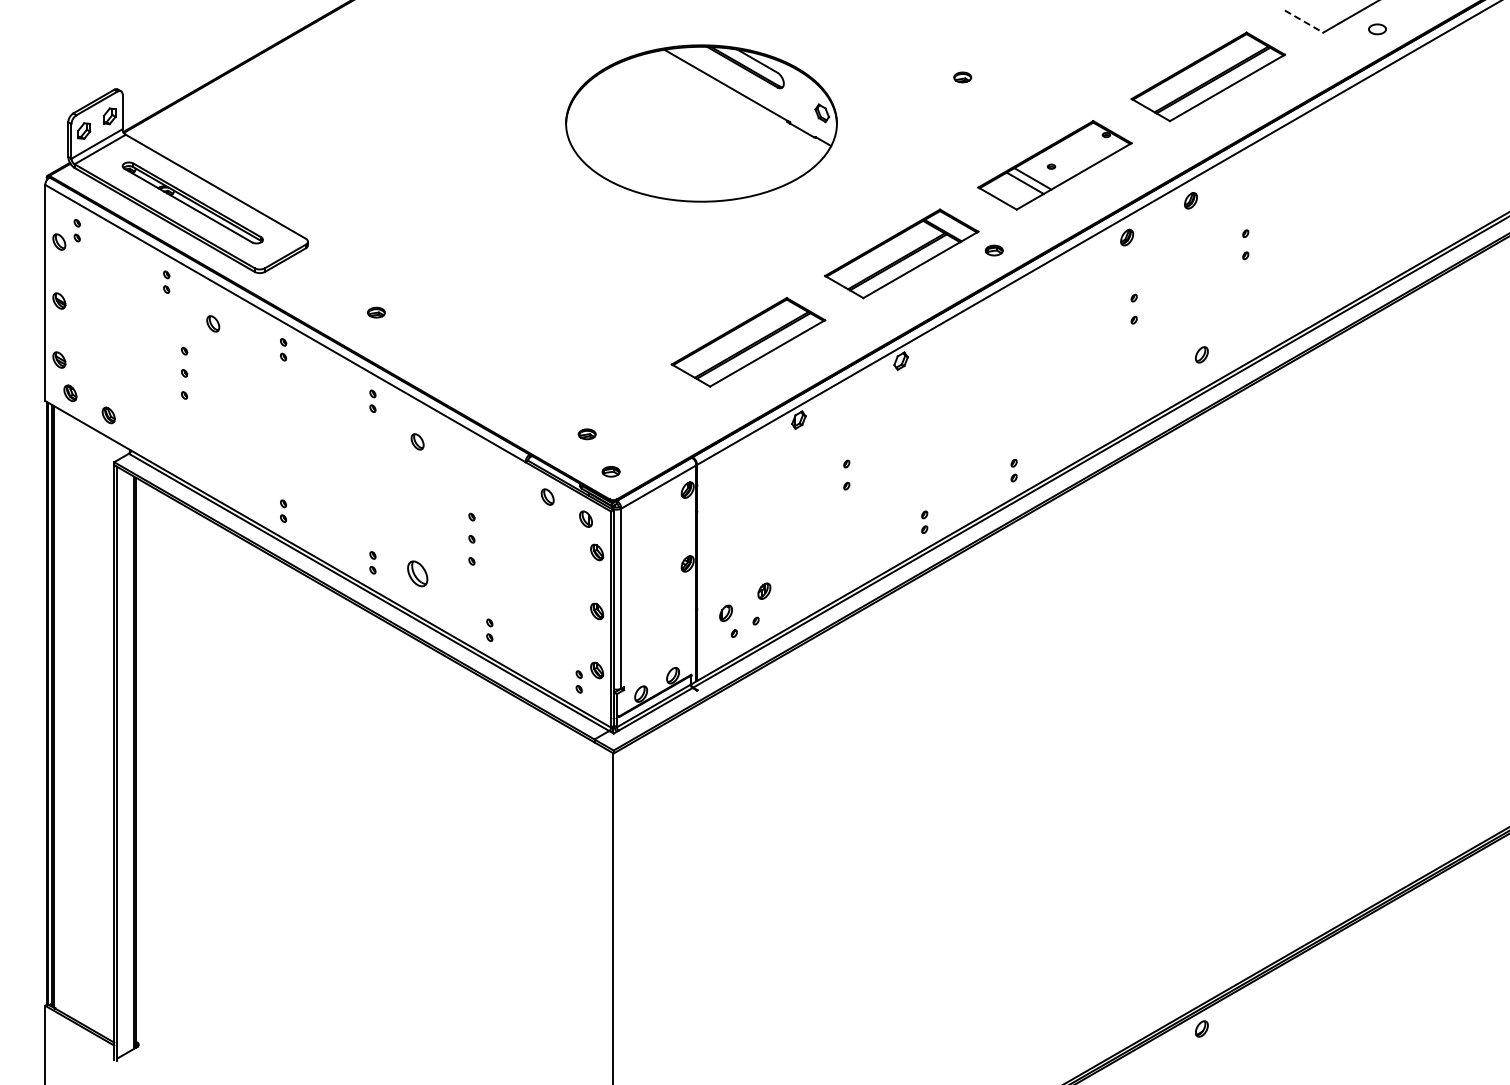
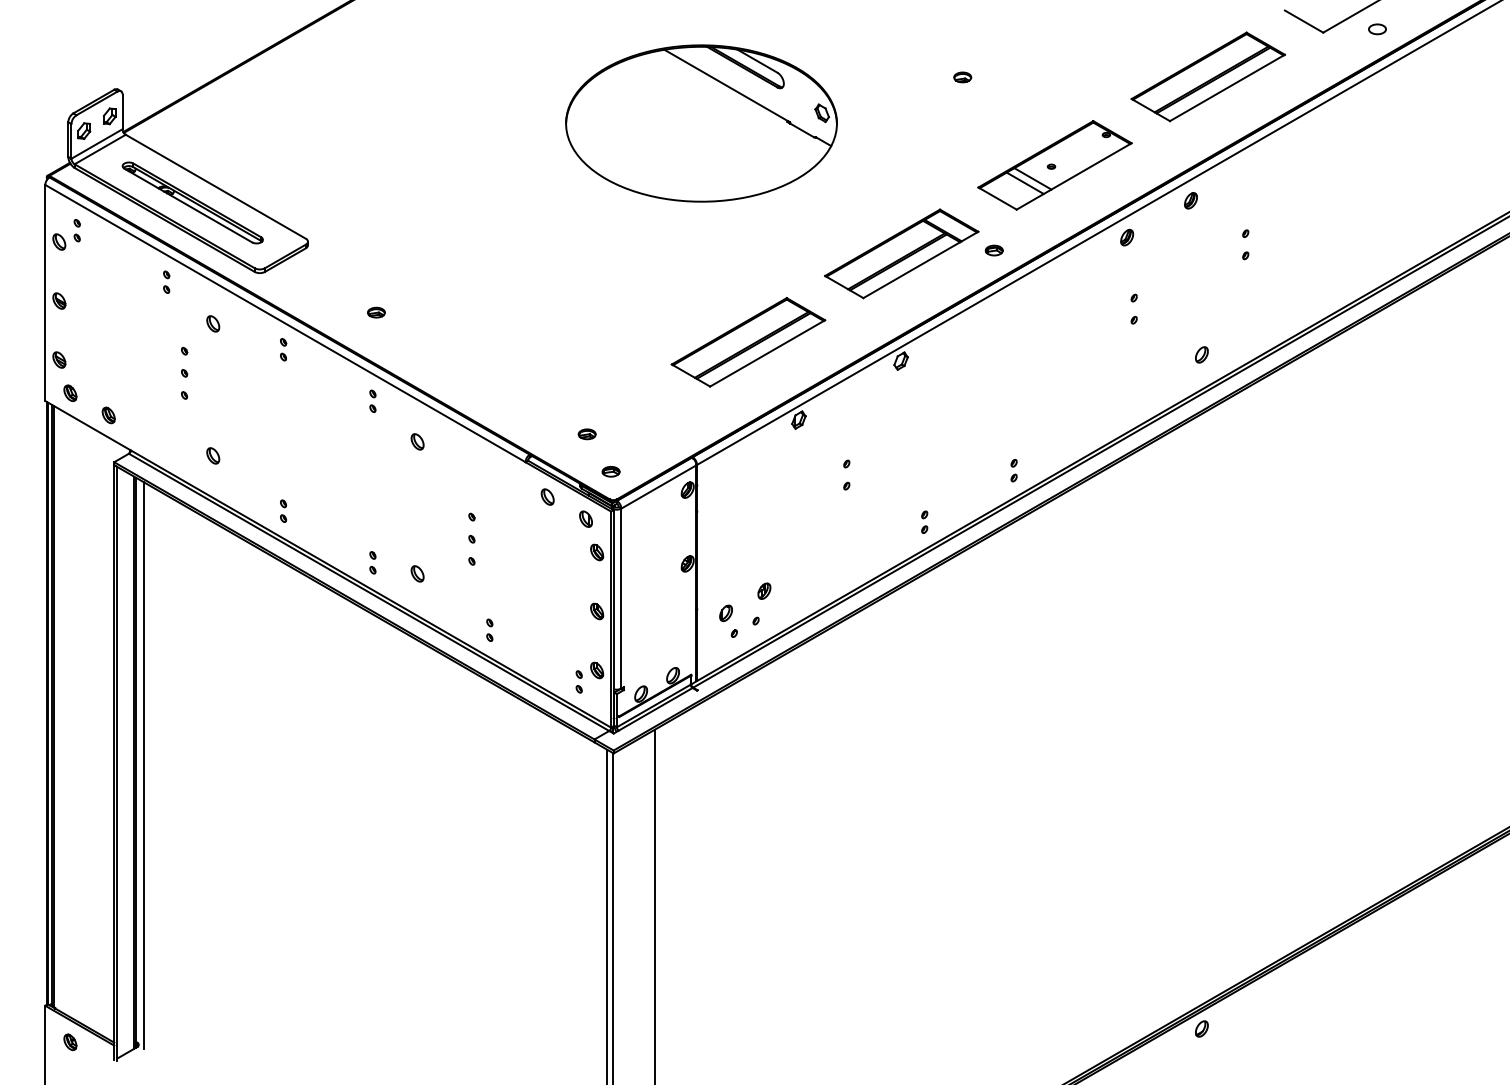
line at (1304, 21): dashed -> solid
part at (213, 455): none -> present
part at (417, 573) size: 22x28 px -> 15x18 px
line at (143, 765): none -> present
line at (654, 905): none -> present
line at (607, 915): none -> present
part at (70, 1041): none -> present
